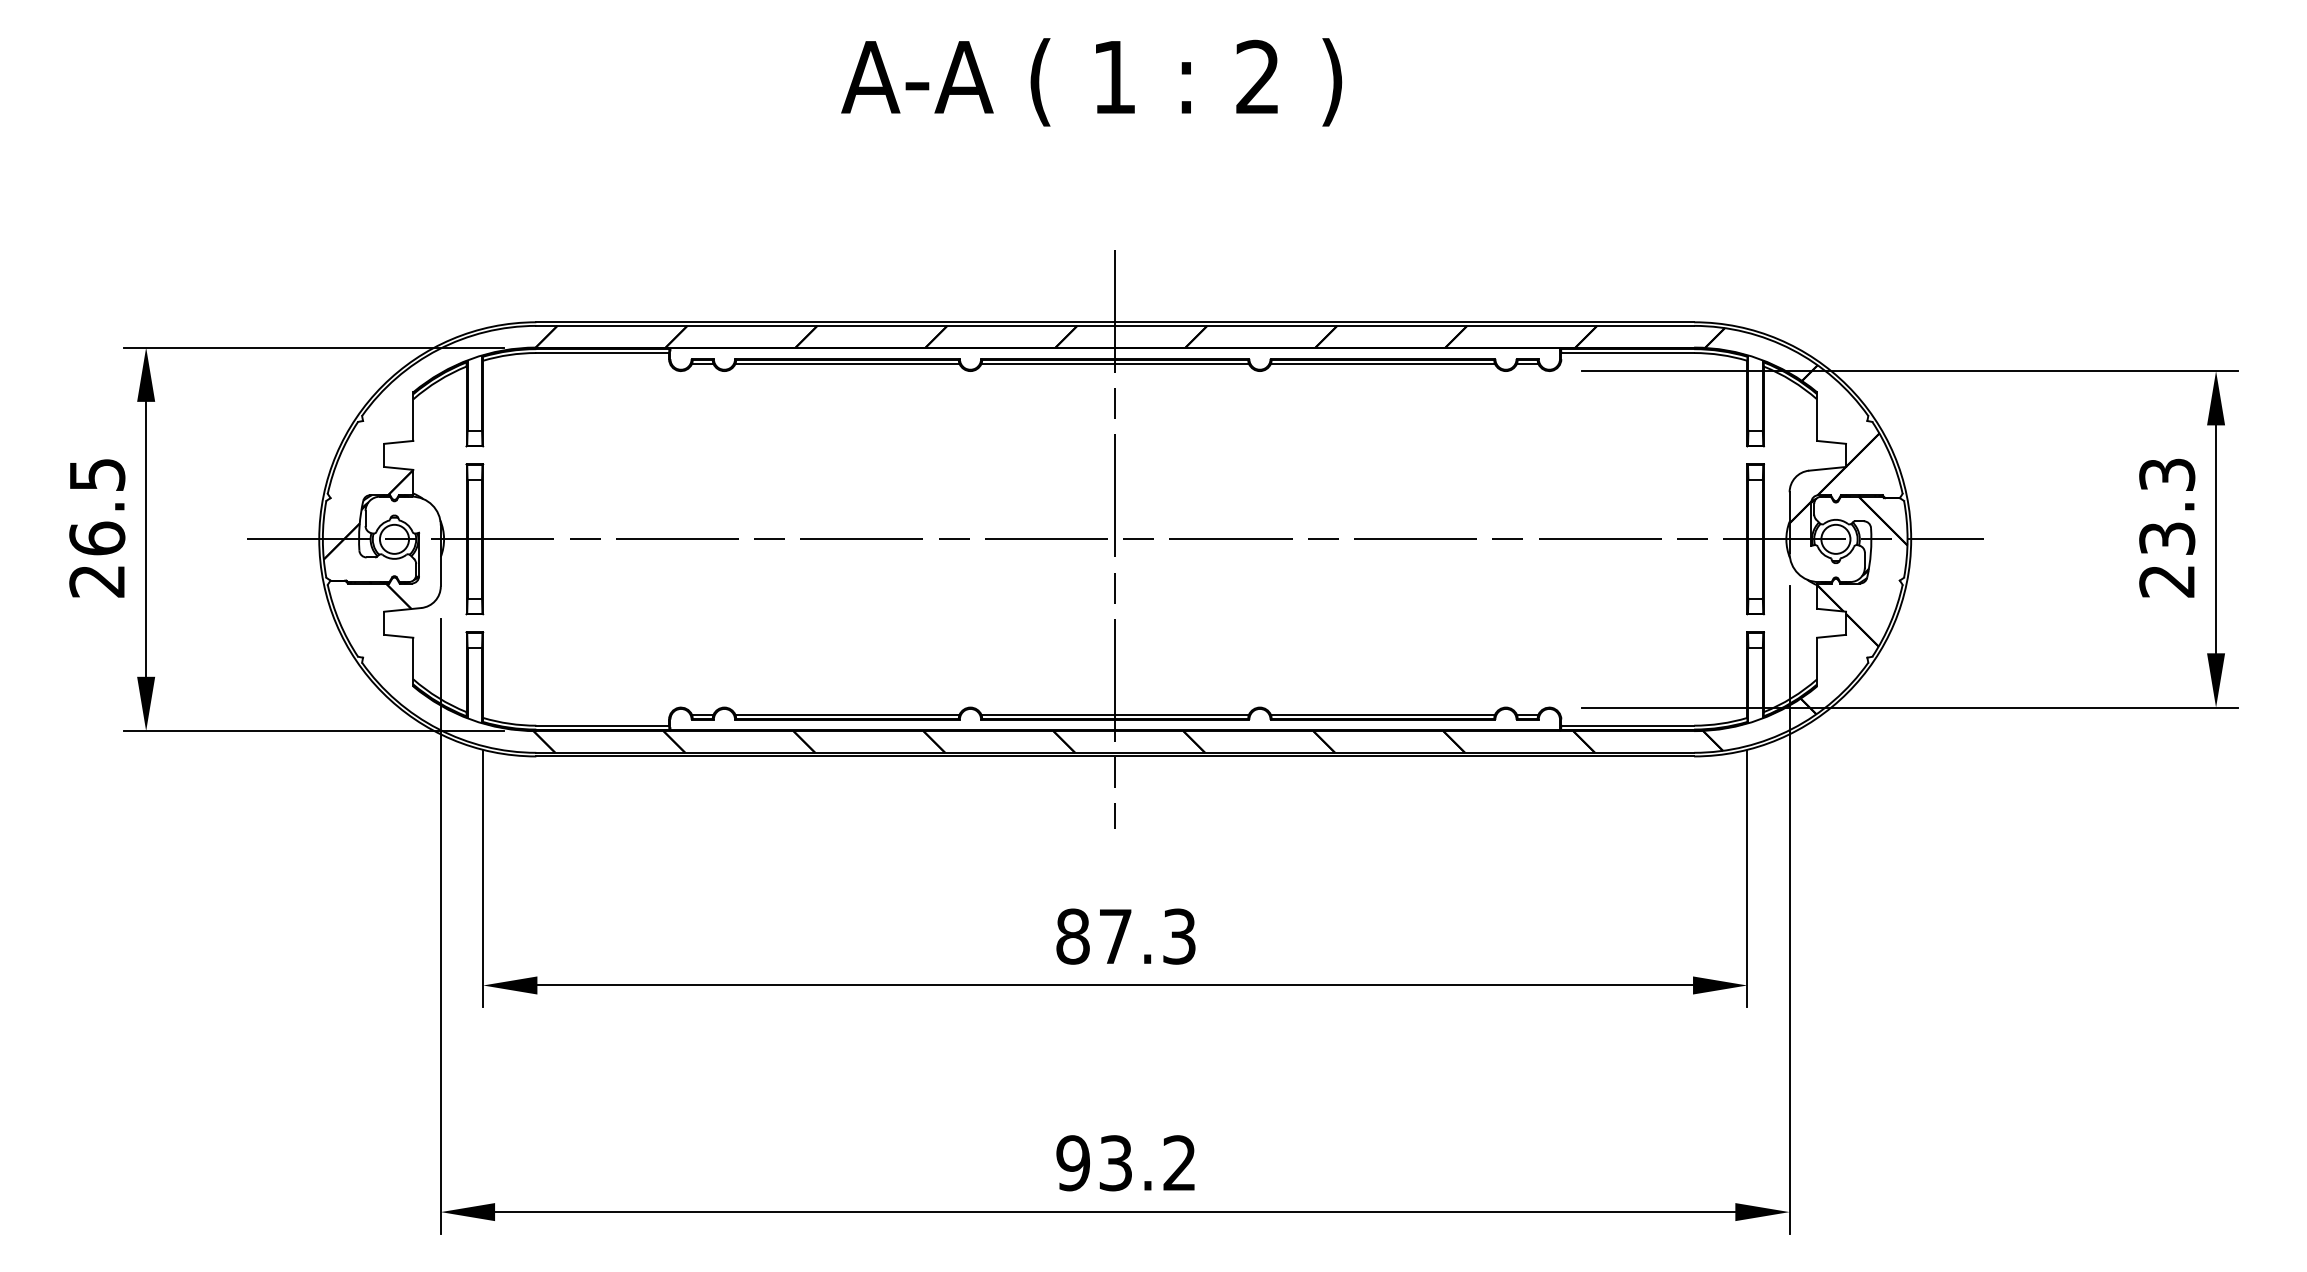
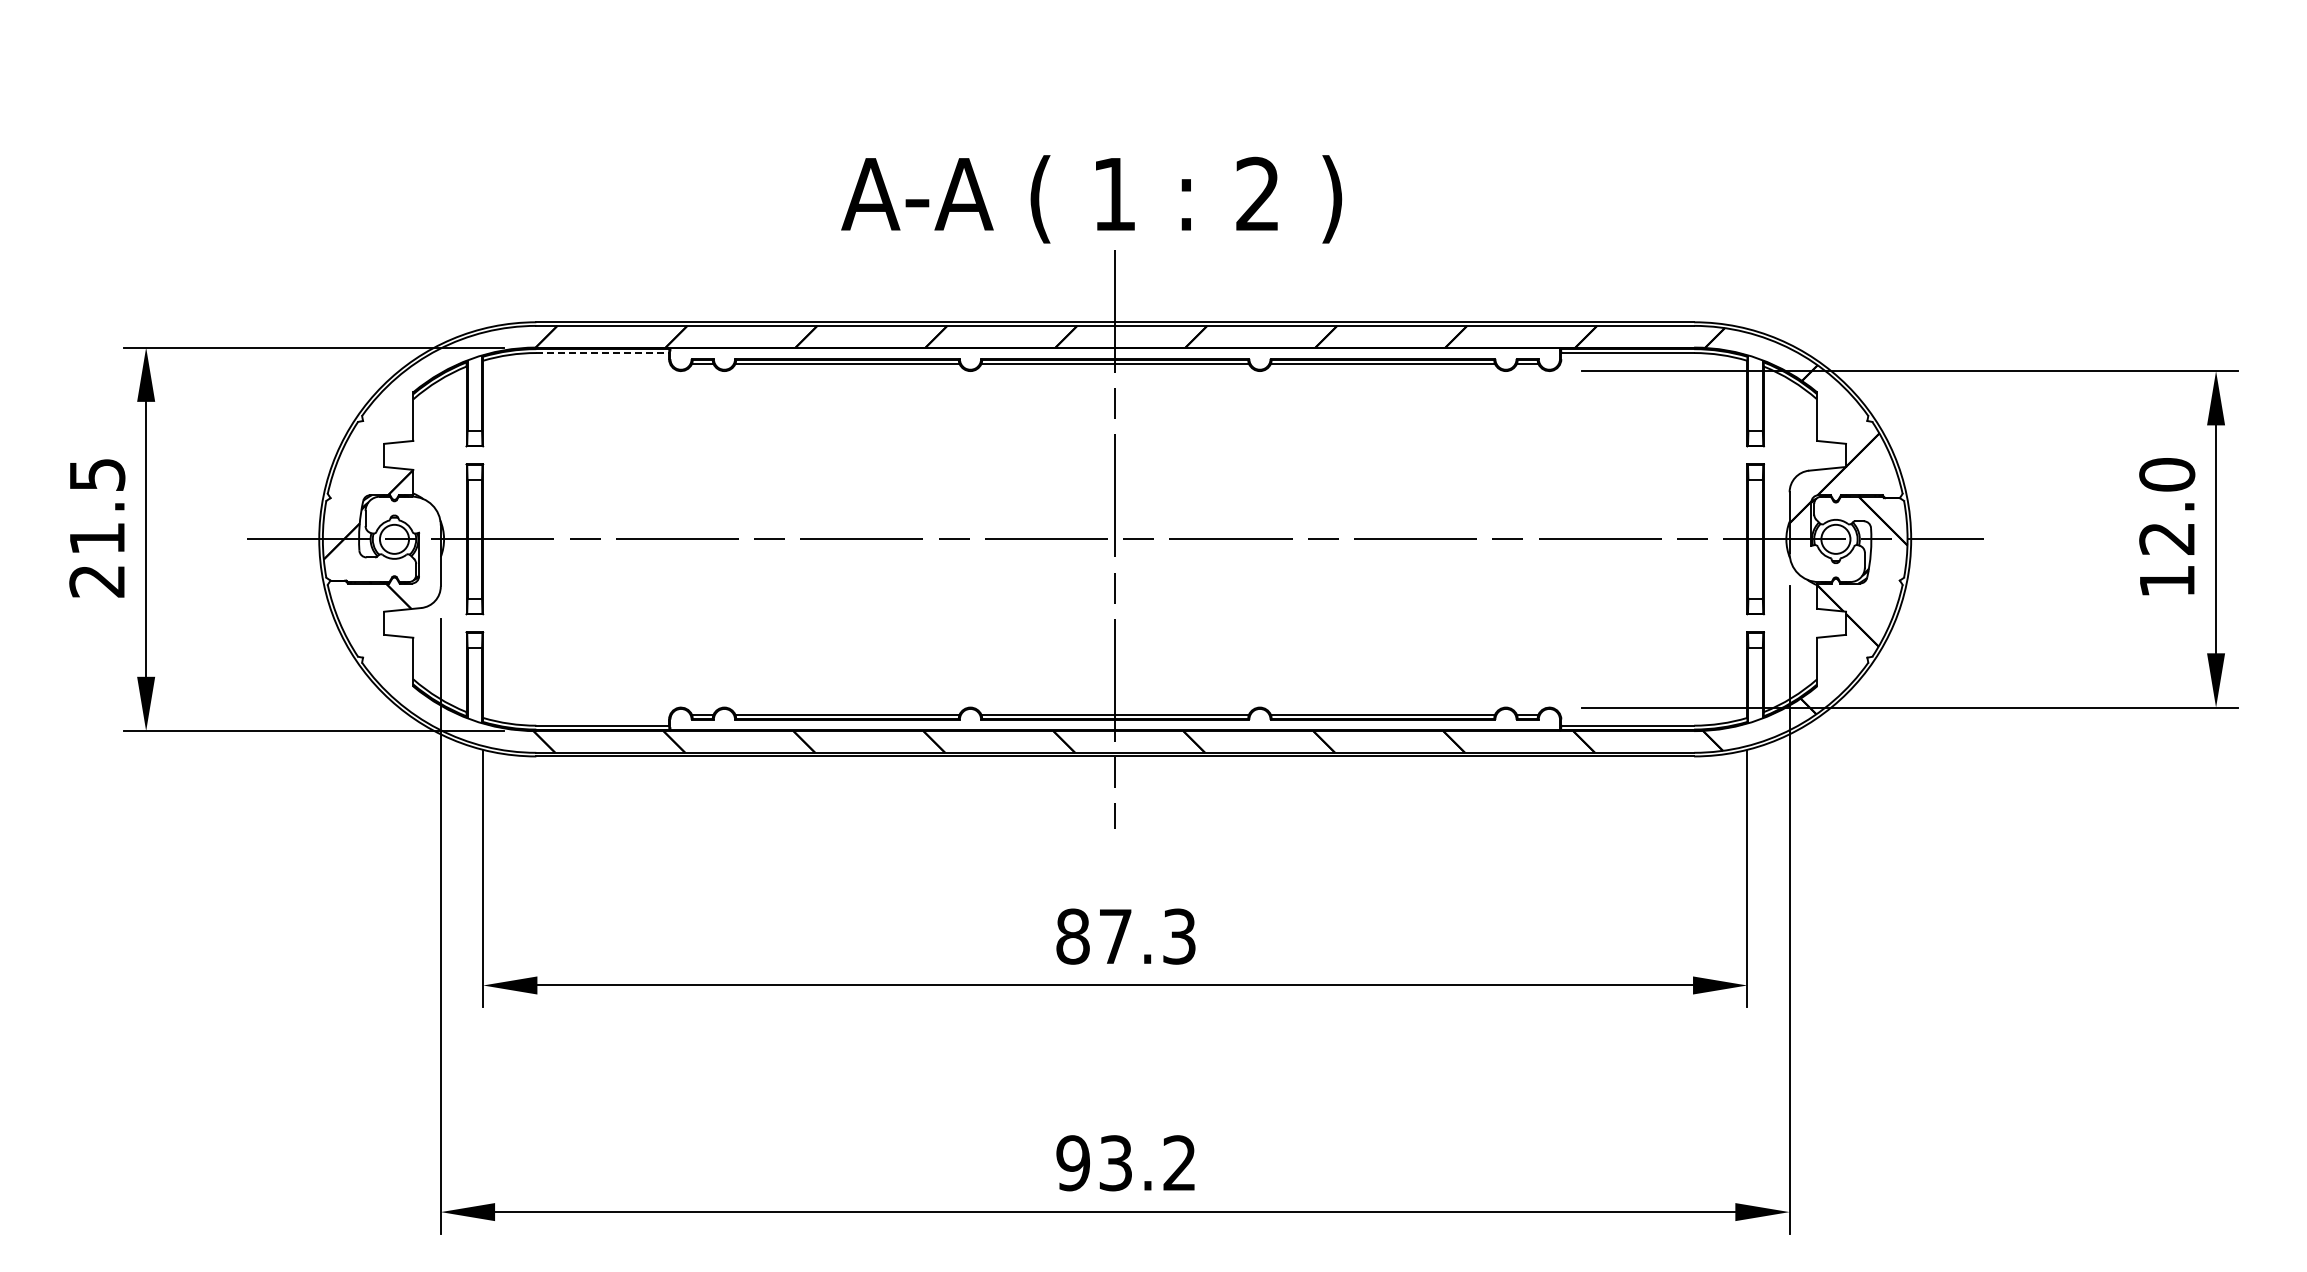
text at (1091, 82) position: (1091, 82) -> (1091, 199)
line at (603, 353): solid -> dashed
text at (2167, 527): 23.3 -> 12.0
text at (97, 538): 26.5 -> 21.5
